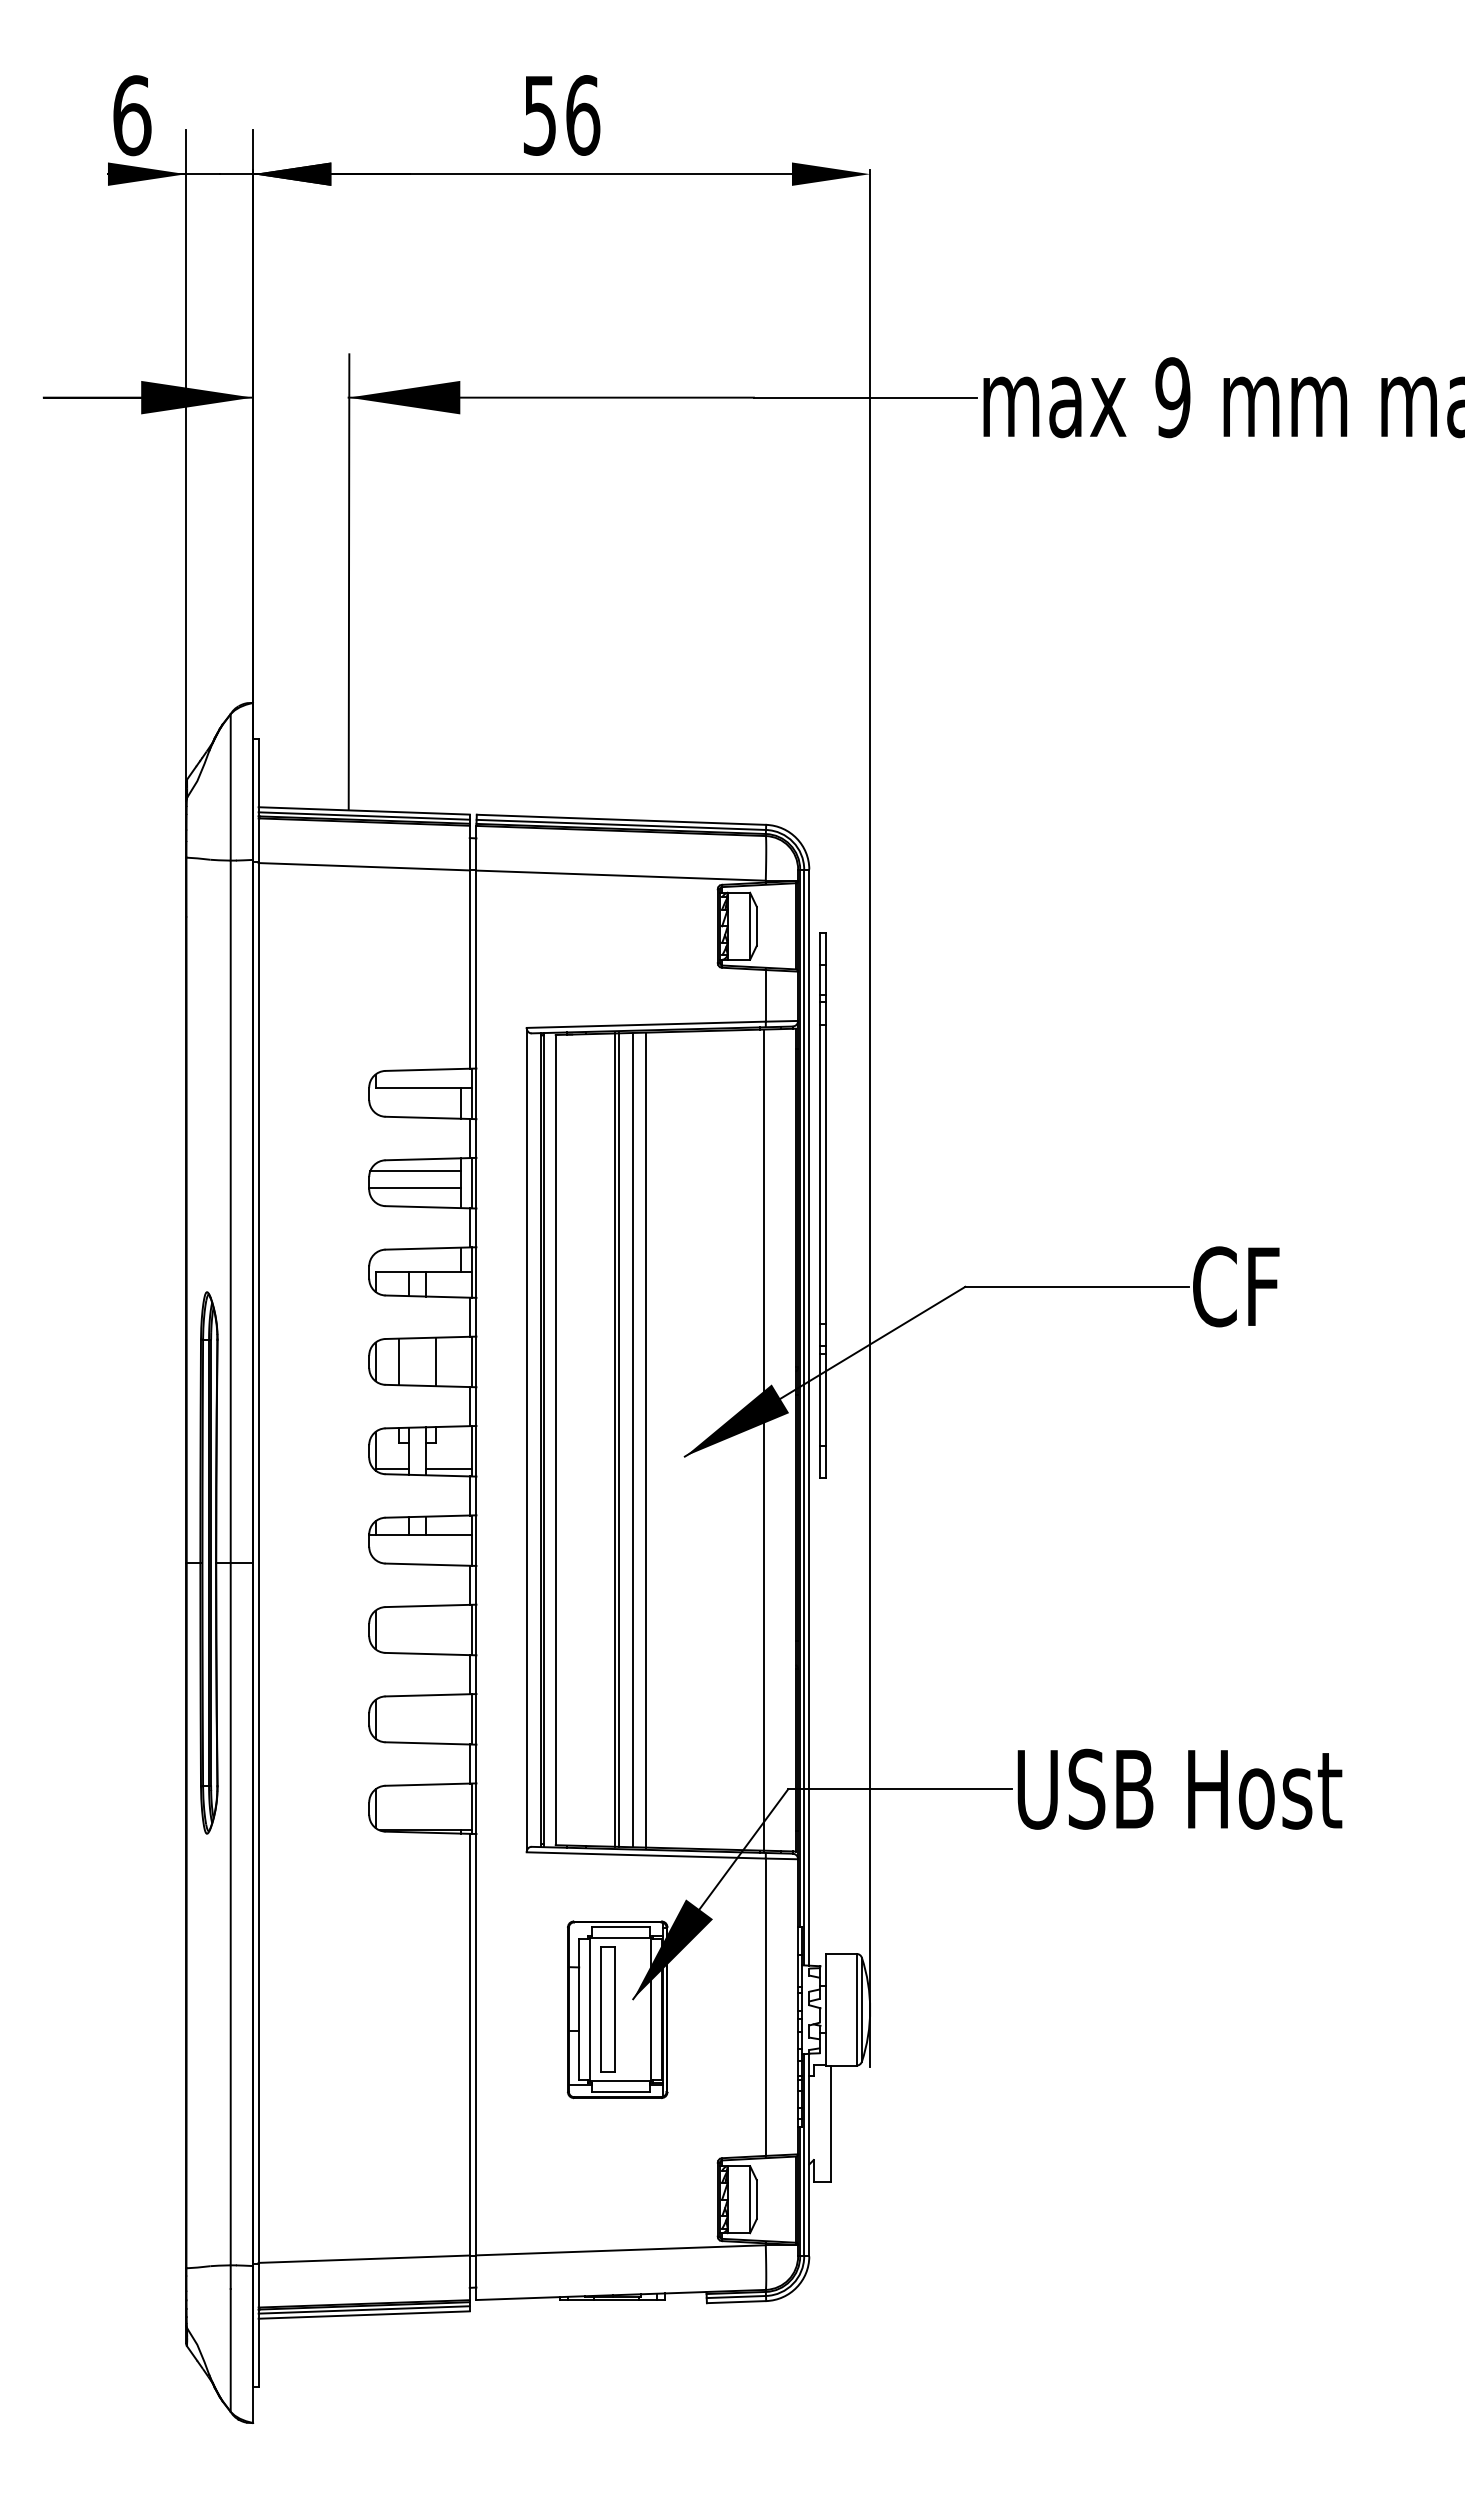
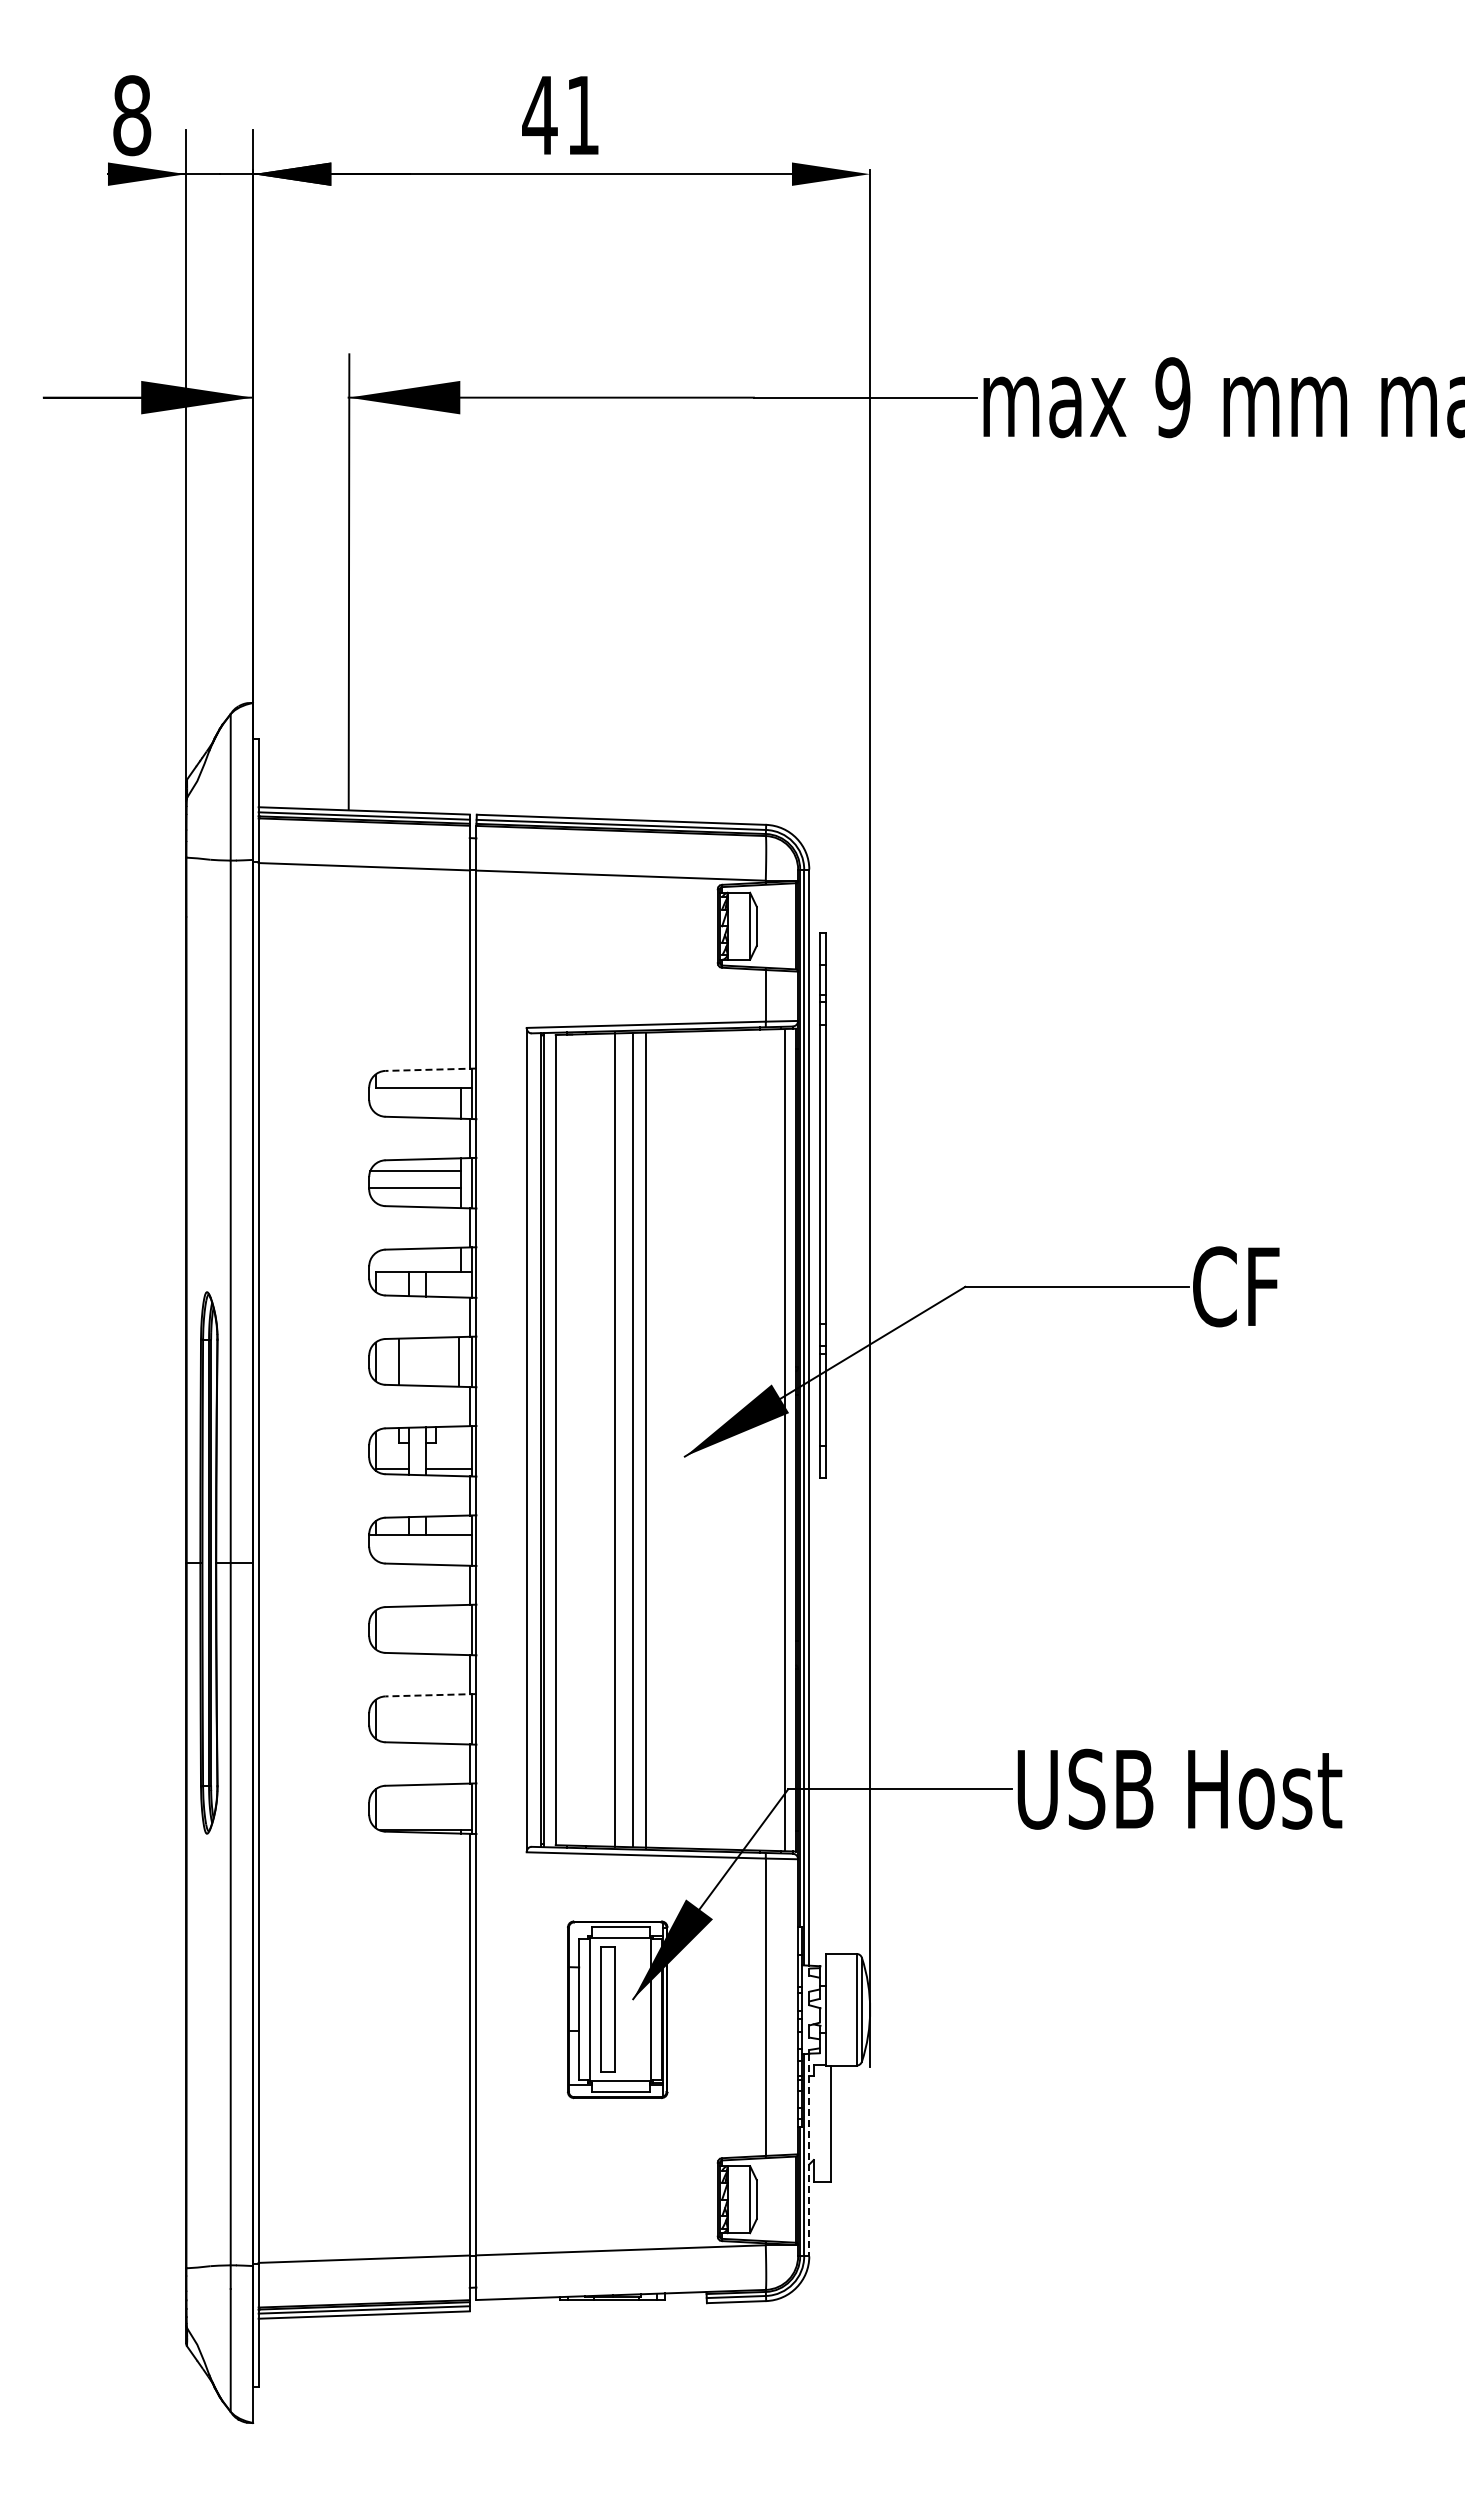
text at (132, 115): 6 -> 8
text at (561, 115): 56 -> 41
line at (430, 1069): solid -> dashed
line at (436, 1361) position: (436, 1361) -> (459, 1361)
line at (619, 1439): present -> none
line at (763, 1439) position: (763, 1439) -> (784, 1439)
line at (430, 1695): solid -> dashed
line at (809, 2155): solid -> dashed
